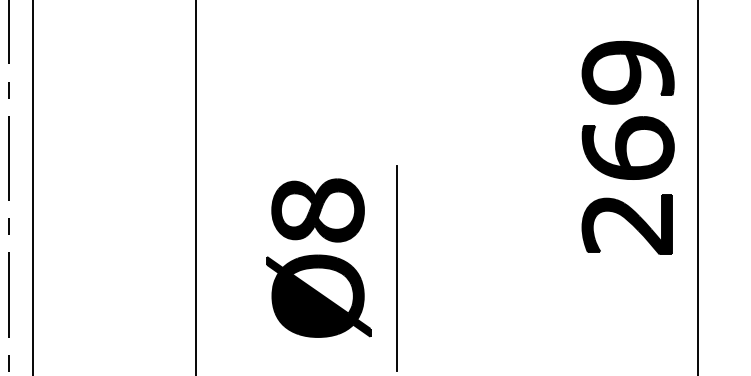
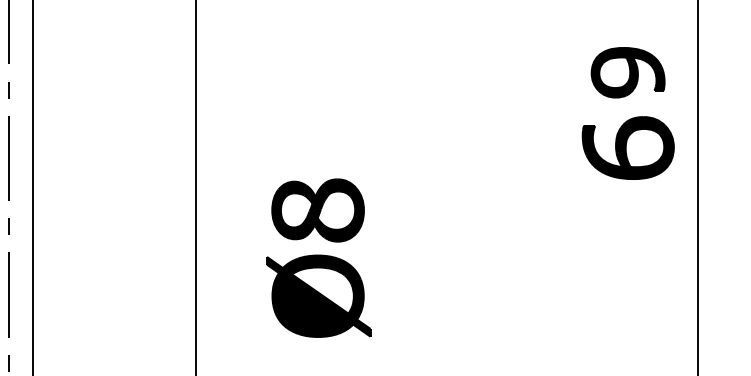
part at (627, 72) size: 94x65 px -> 76x52 px
part at (626, 224): present -> none
line at (397, 268): present -> none
